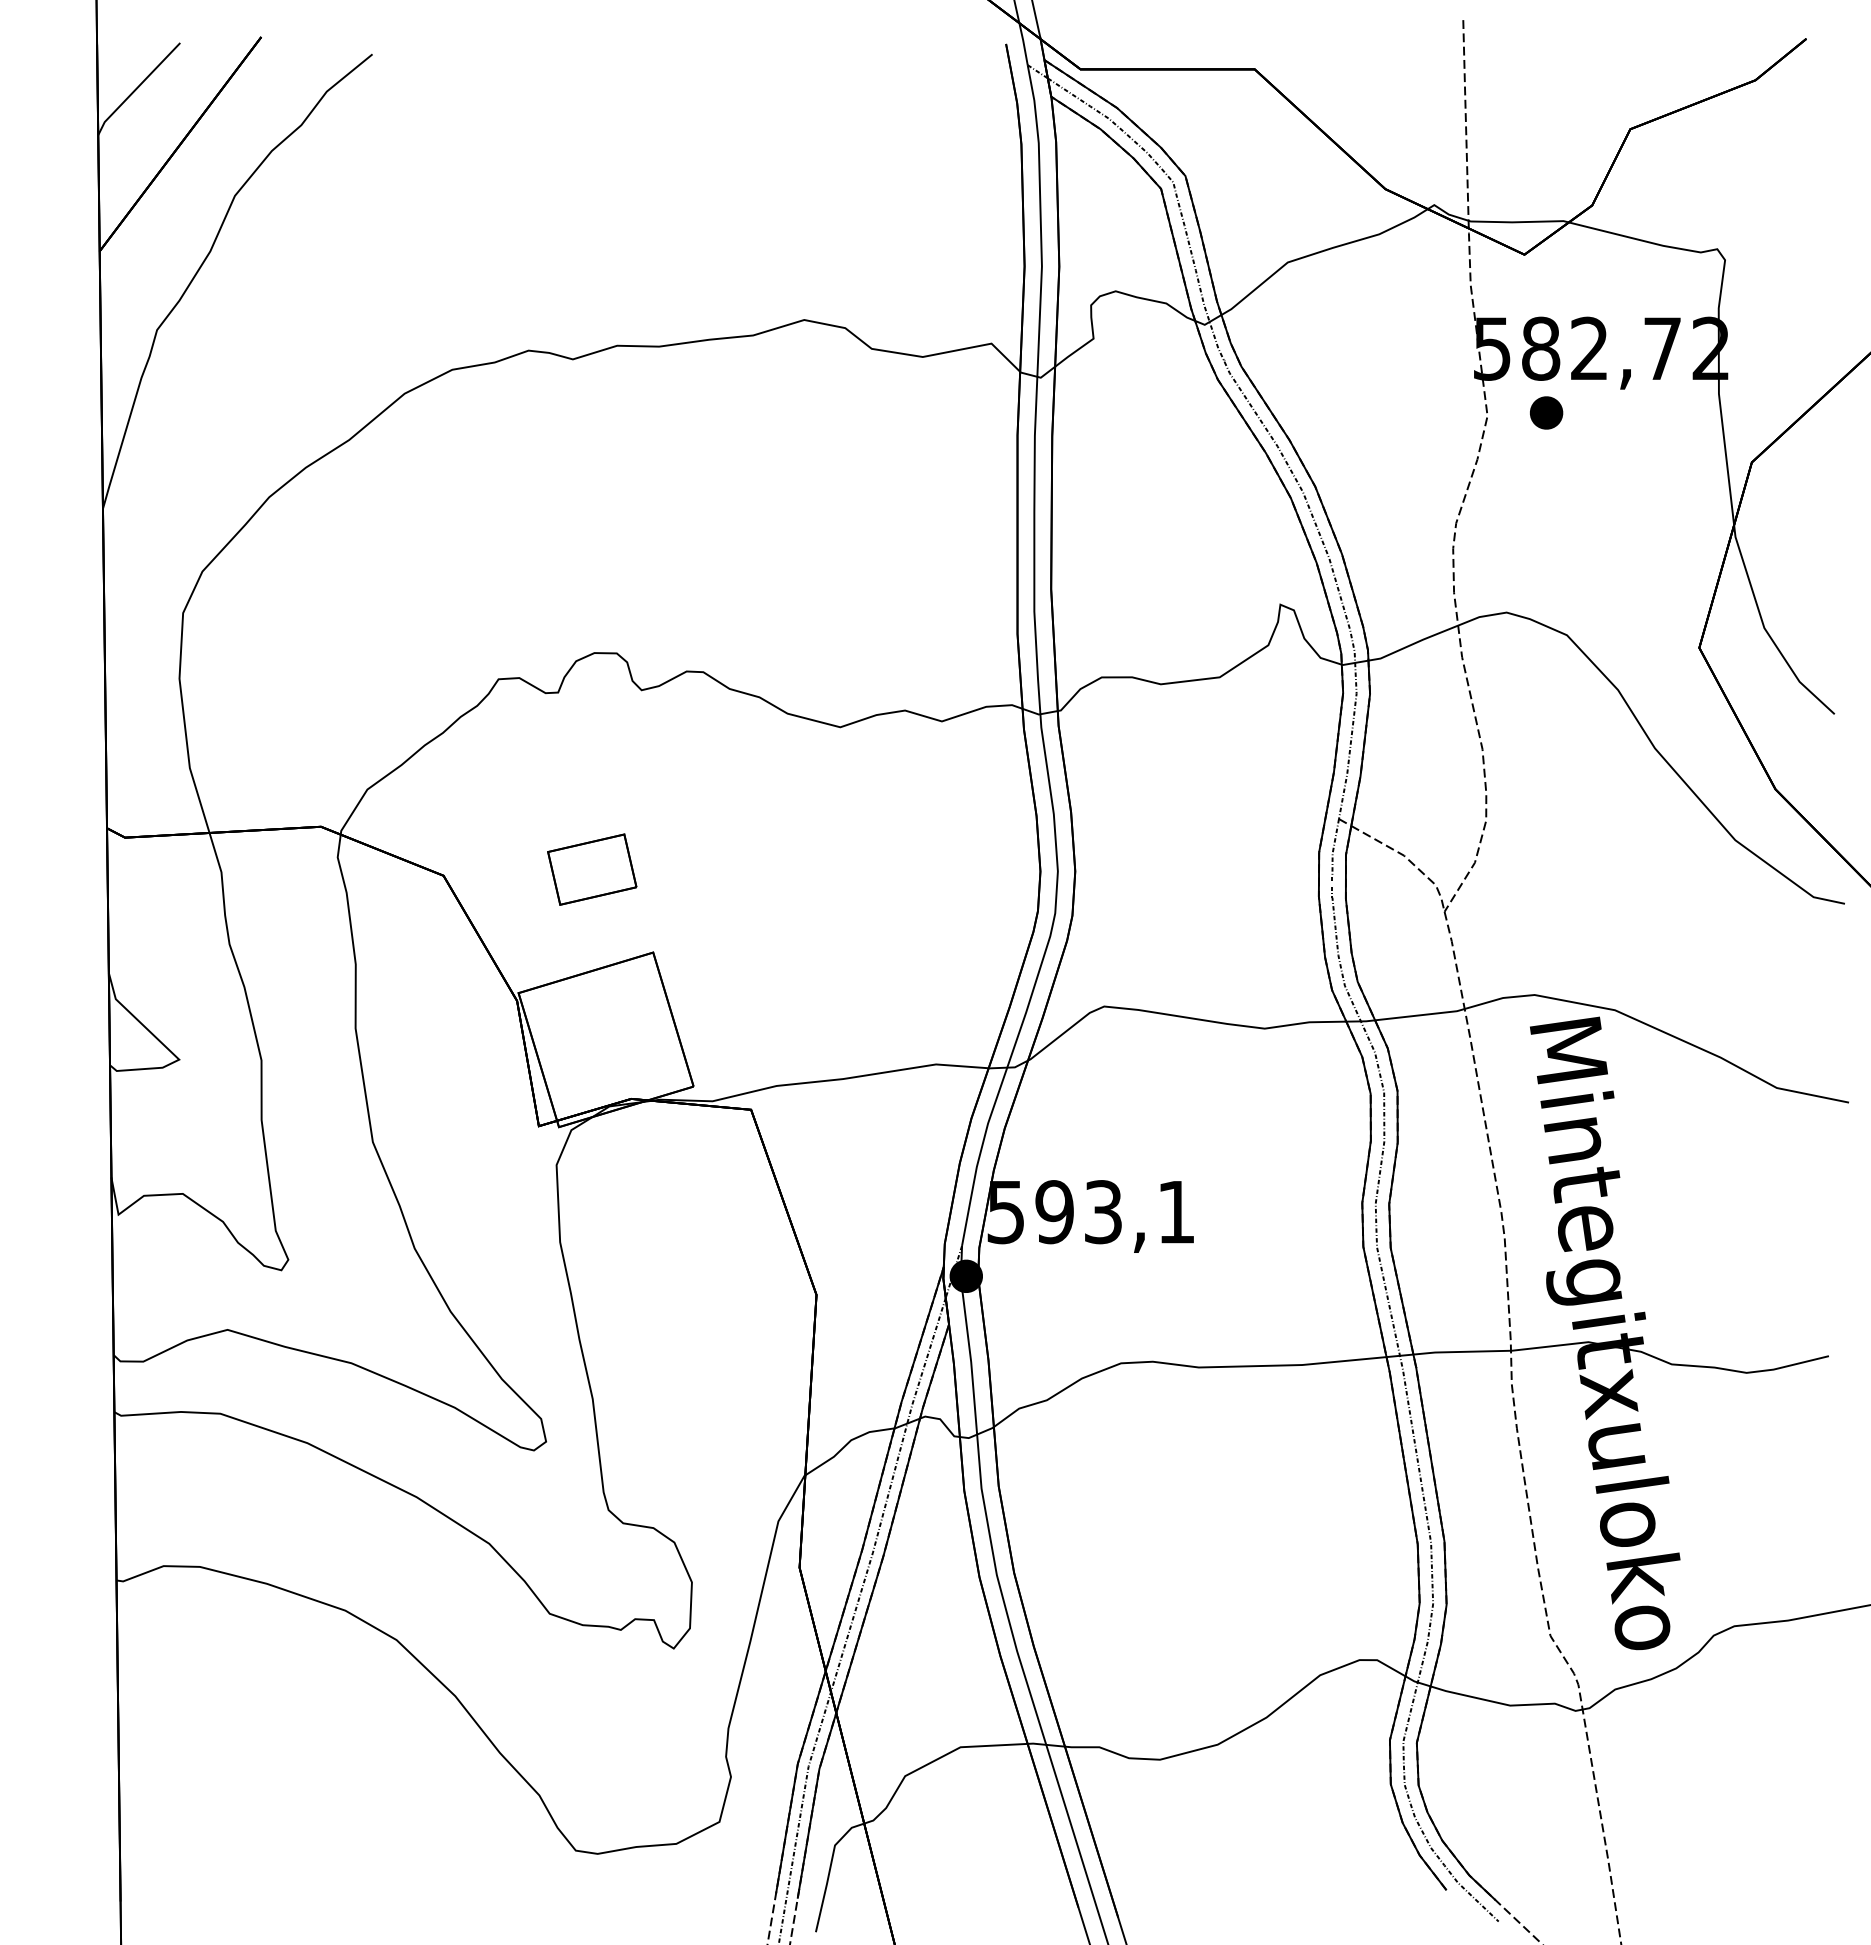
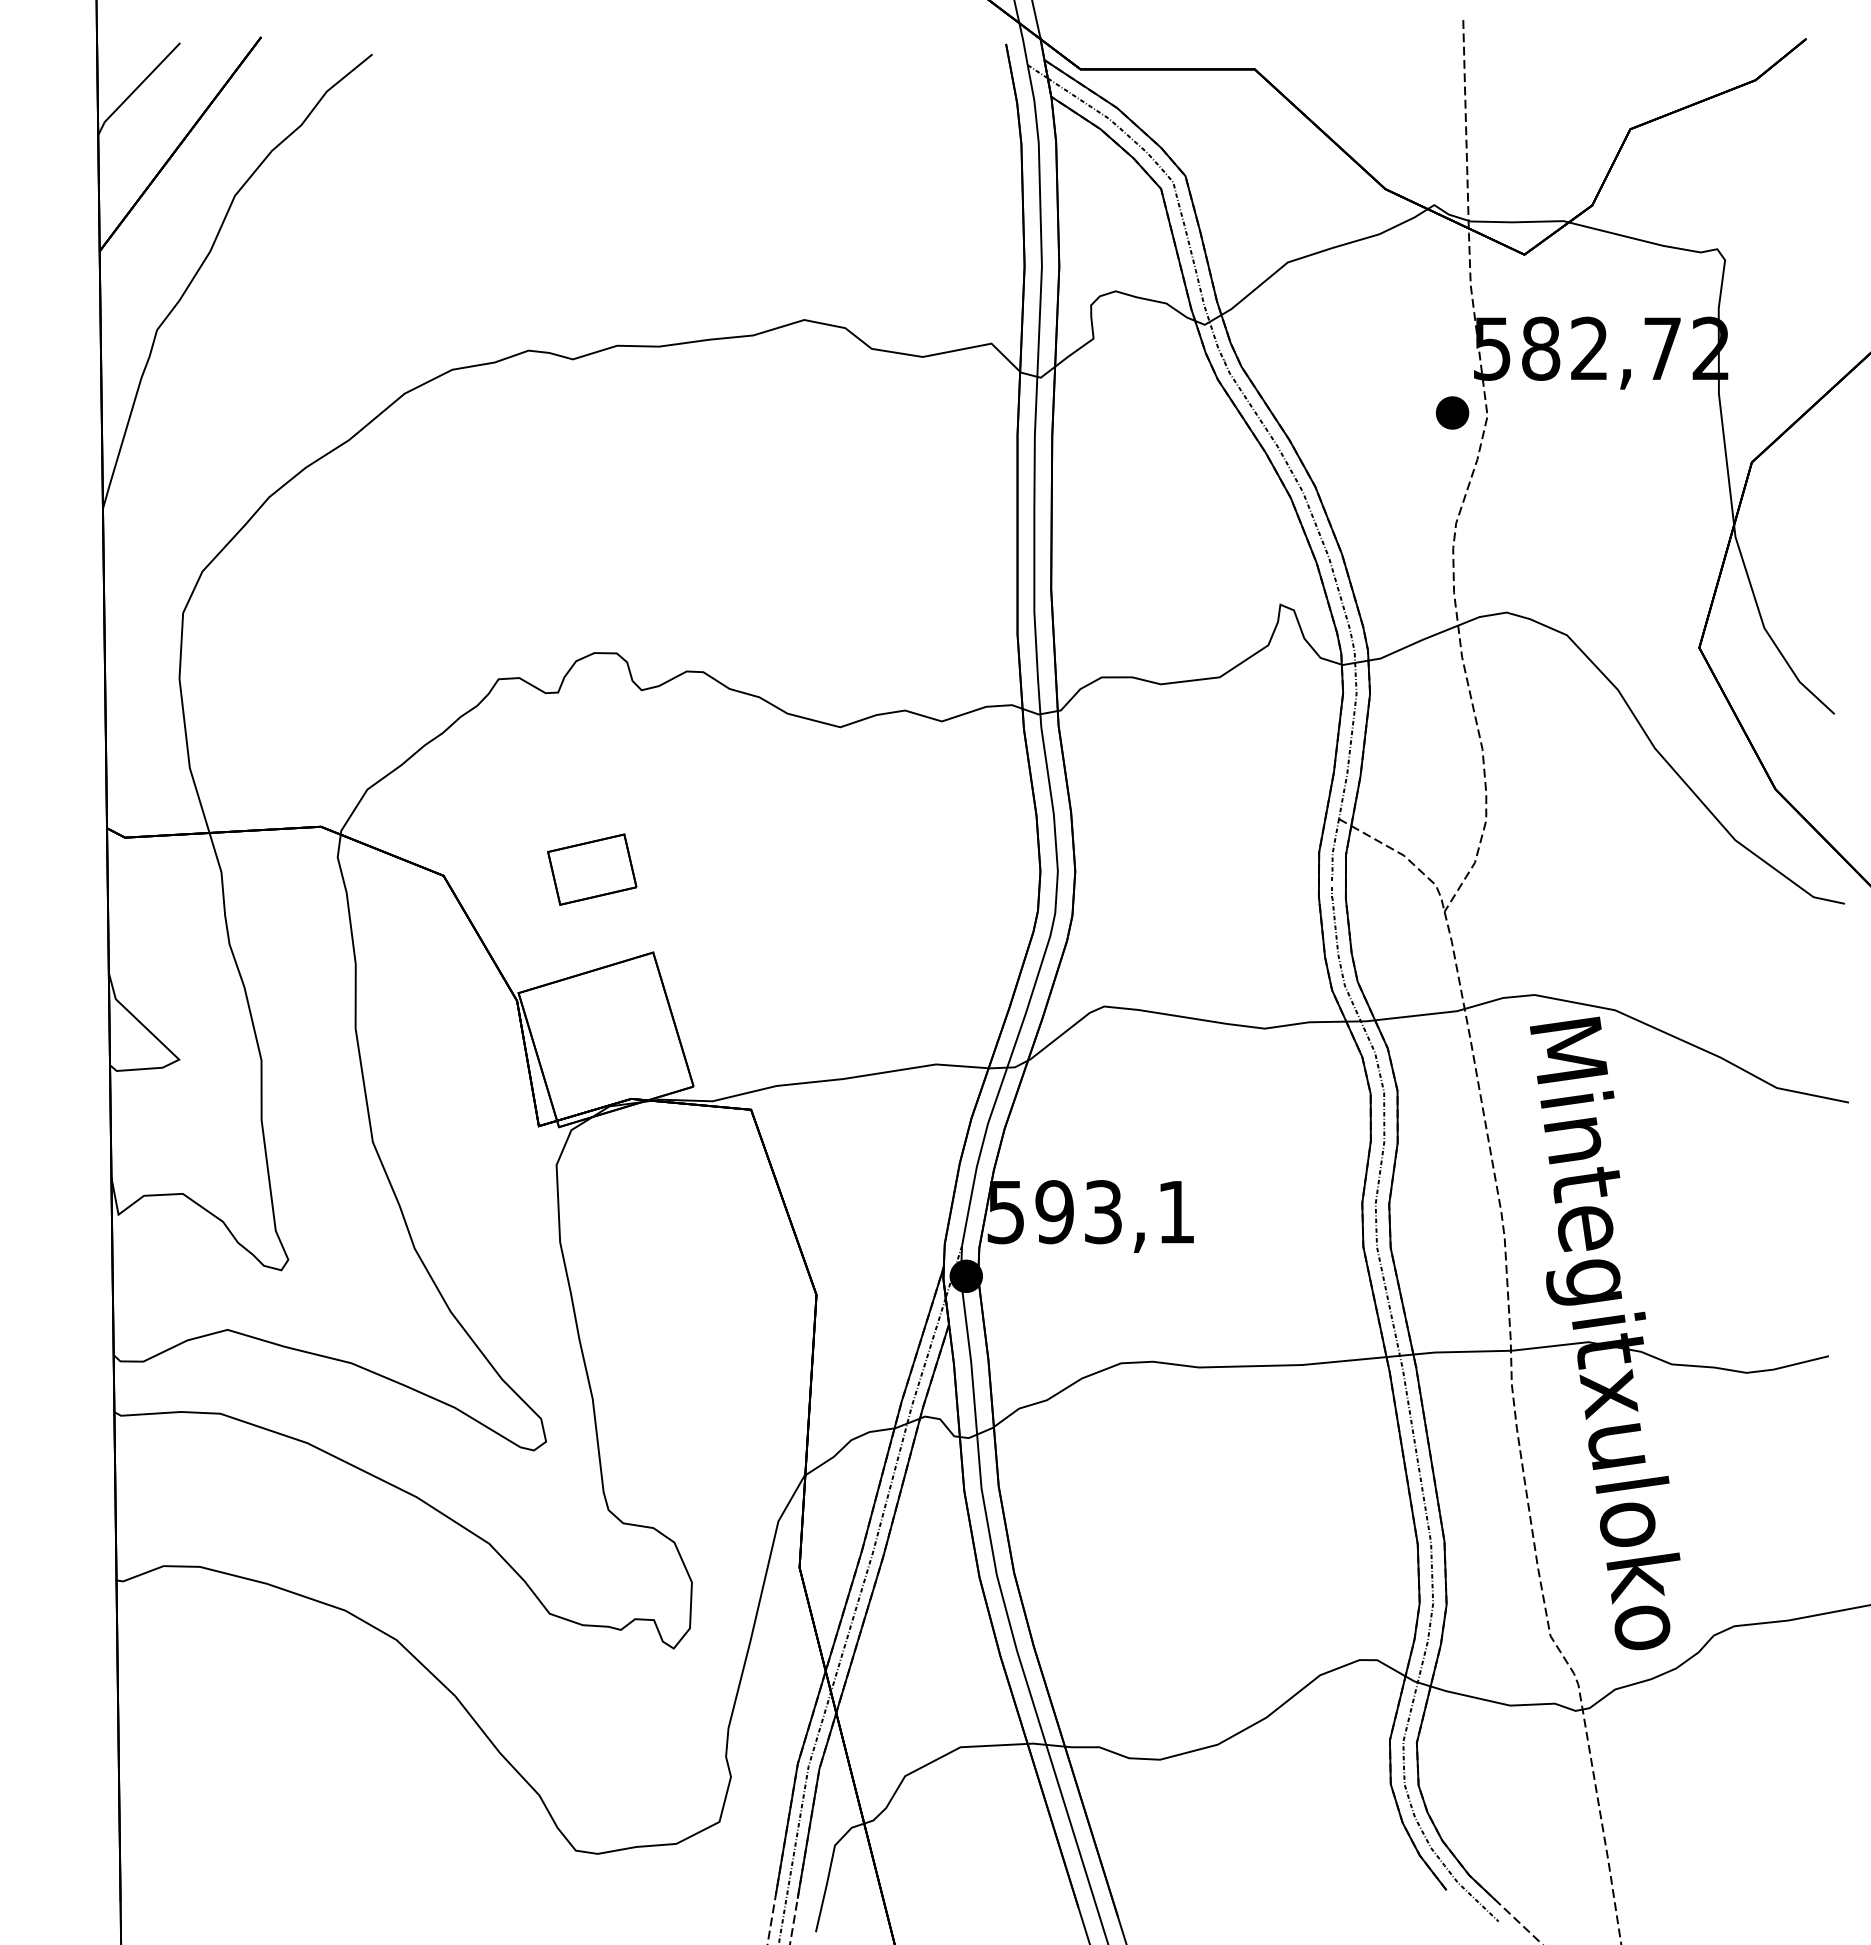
part at (1546, 412) position: (1546, 412) -> (1452, 412)
